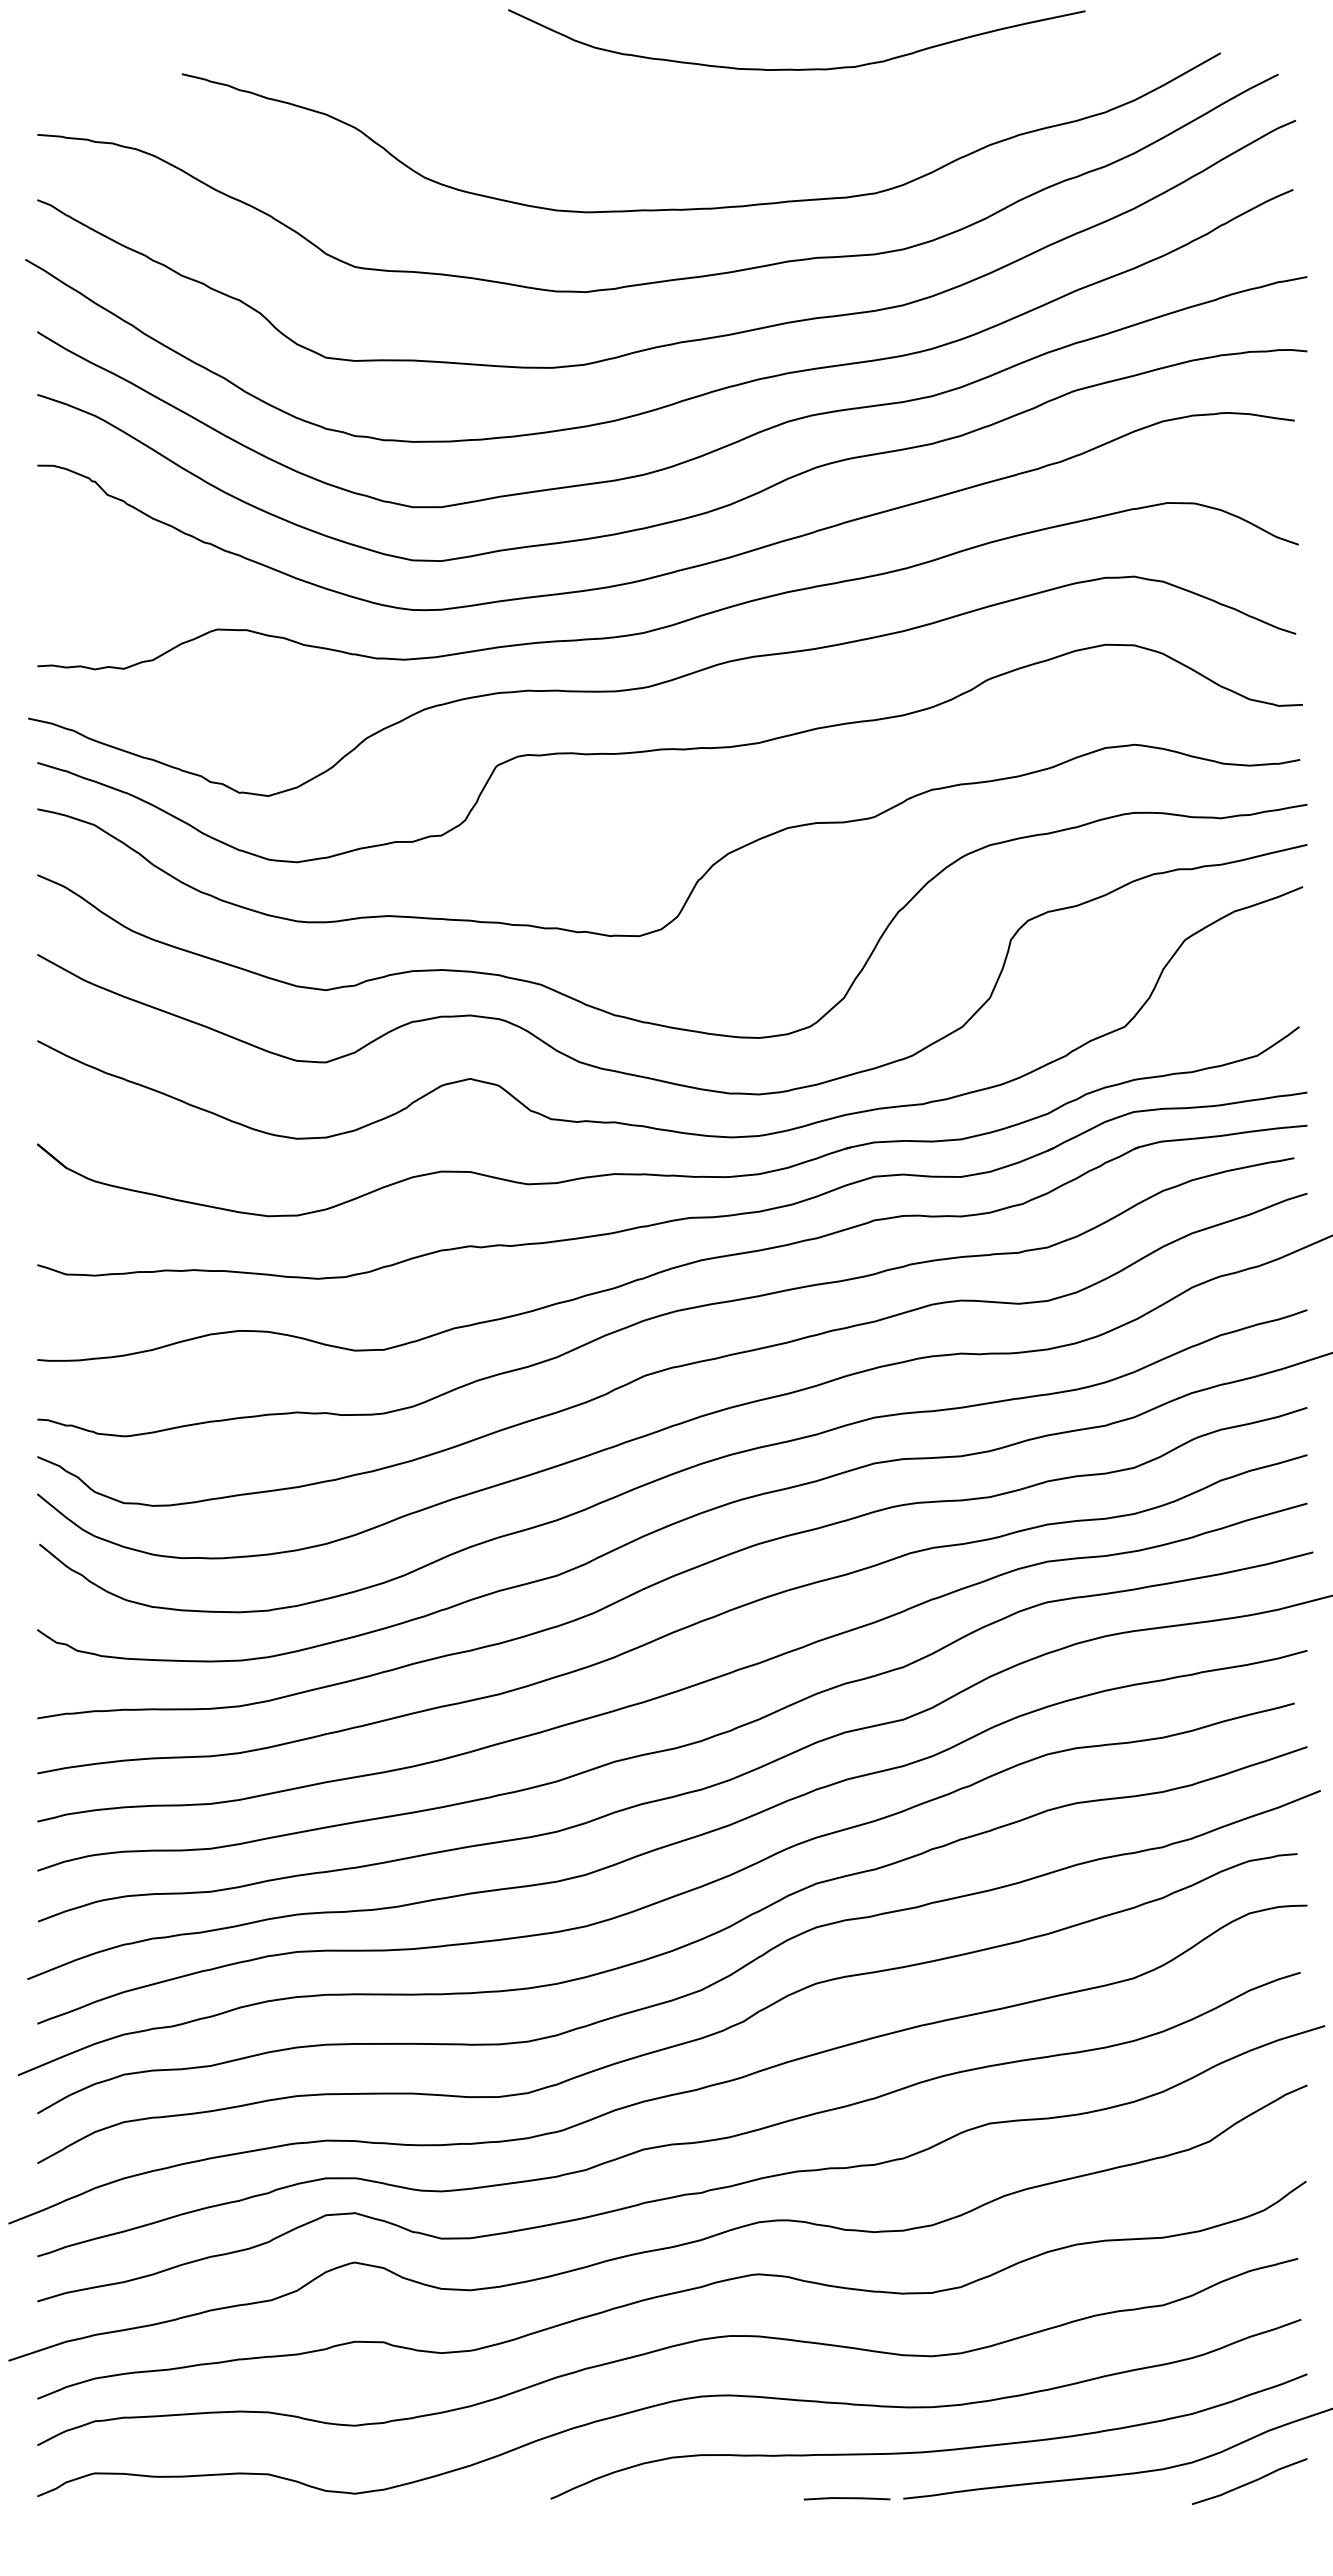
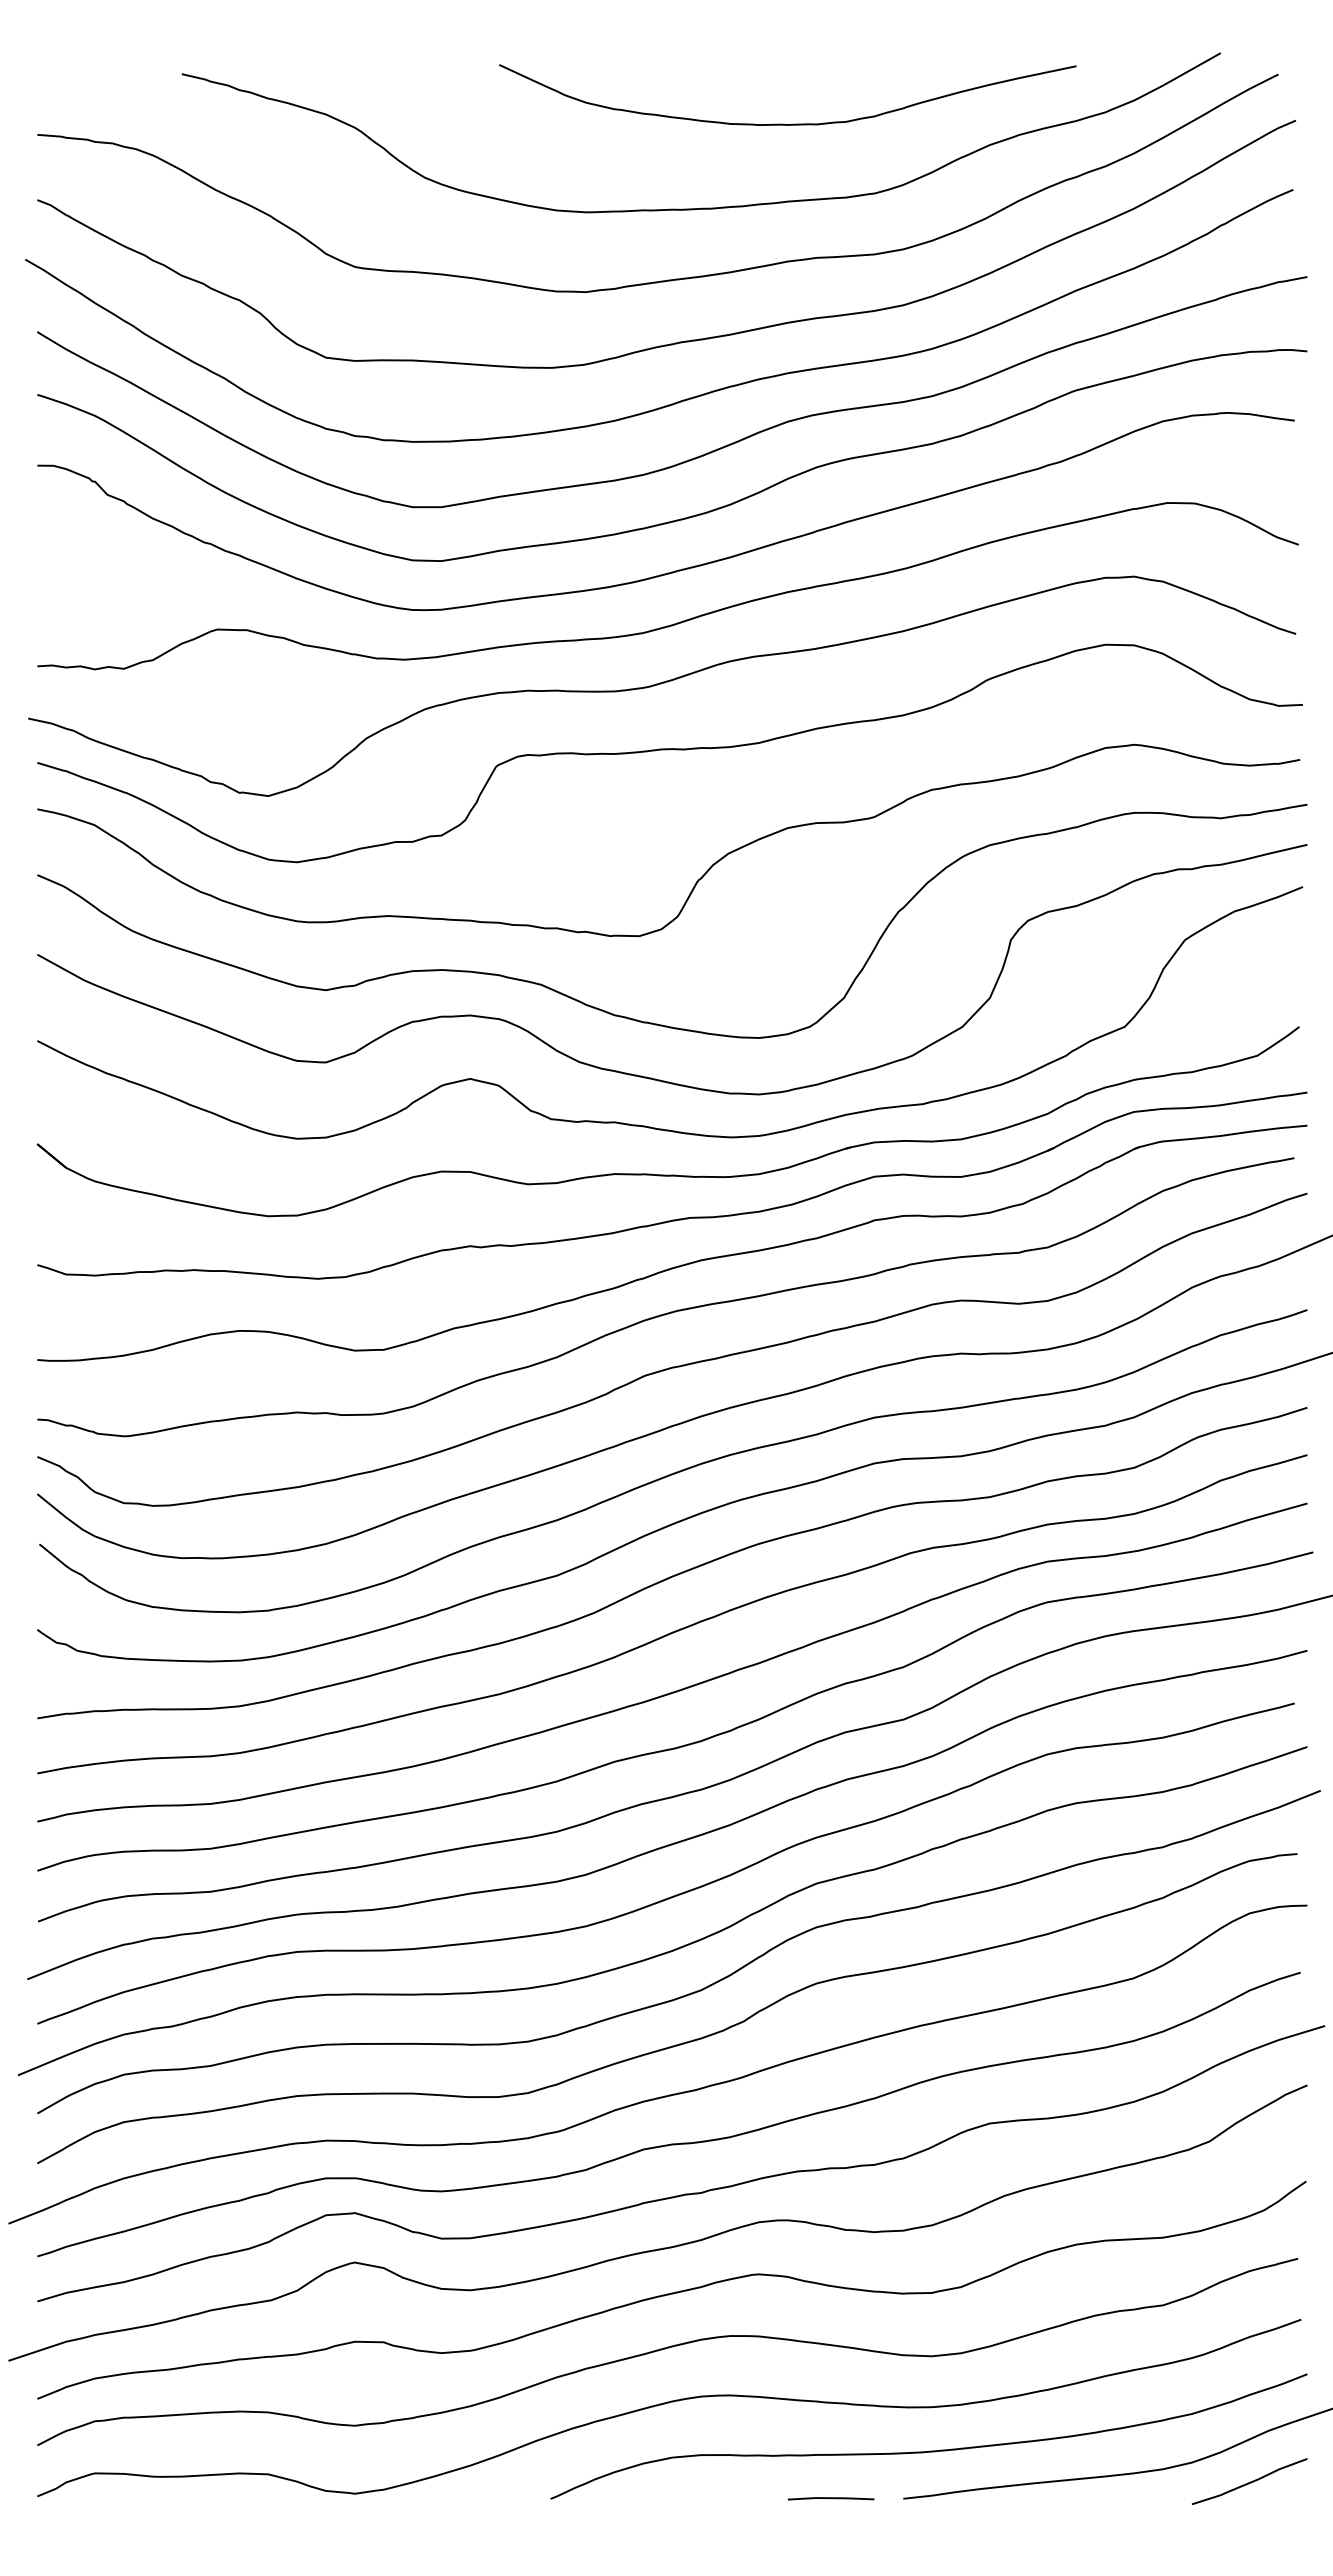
curve at (793, 68) position: (793, 68) -> (784, 123)
line at (846, 2498) position: (846, 2498) -> (830, 2498)
